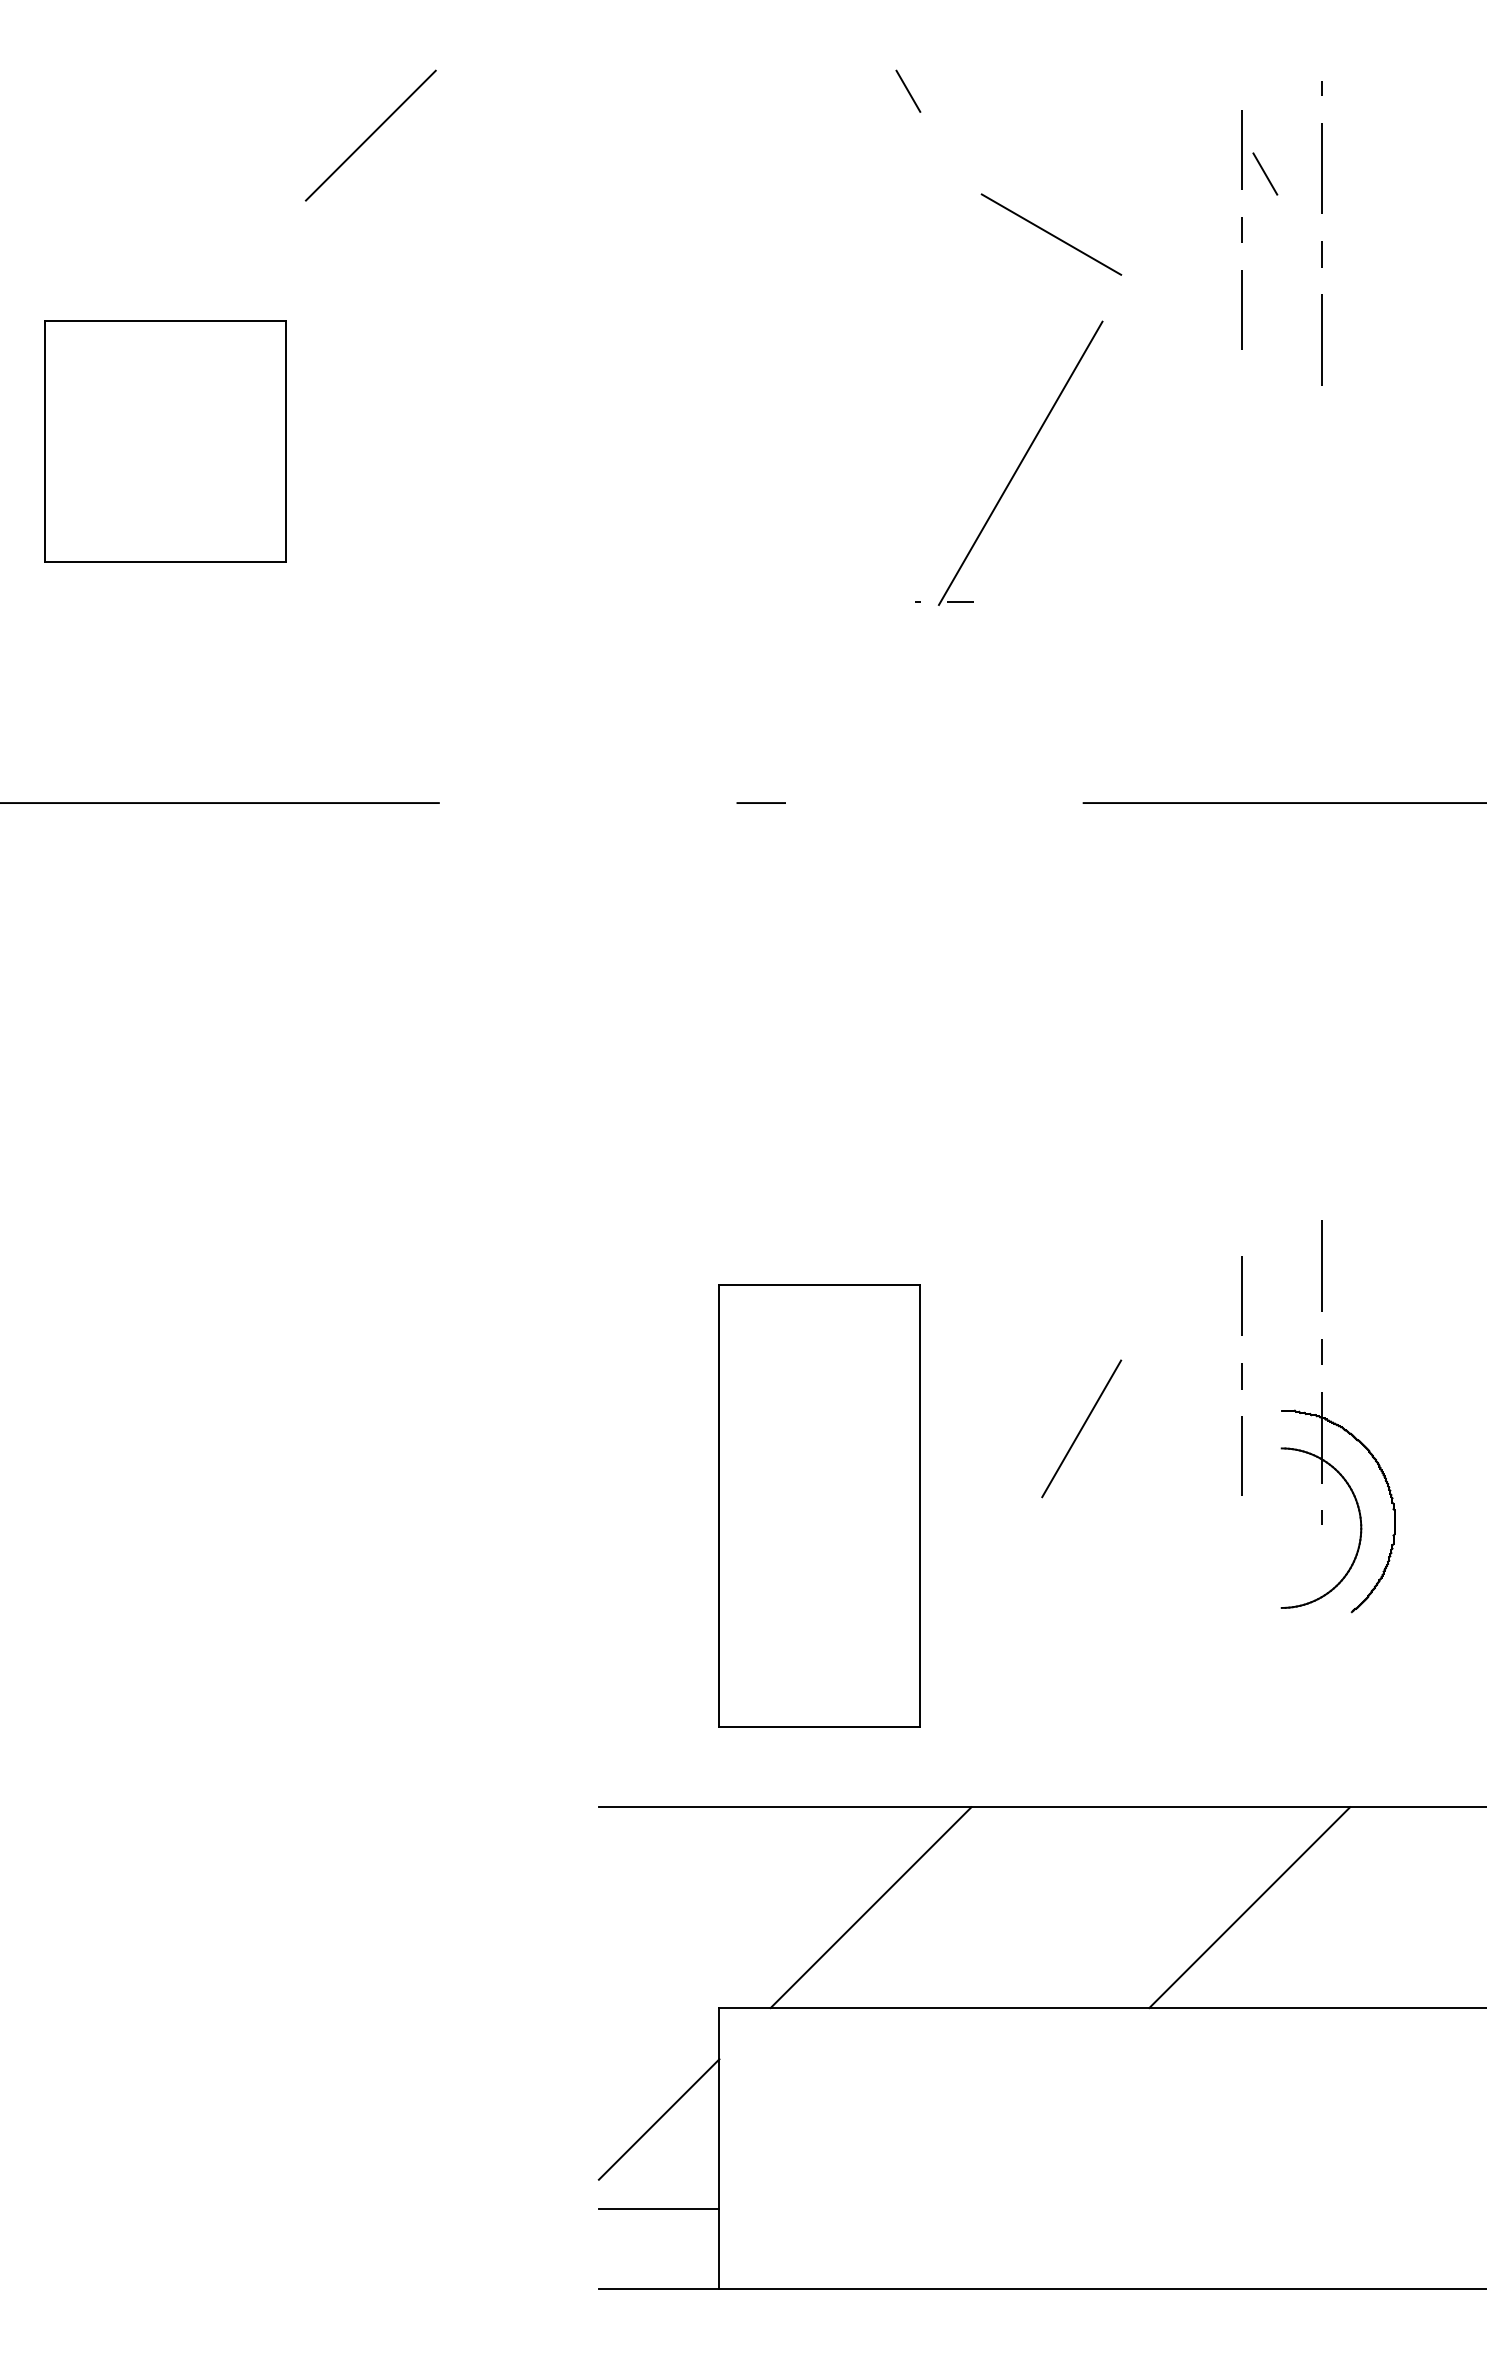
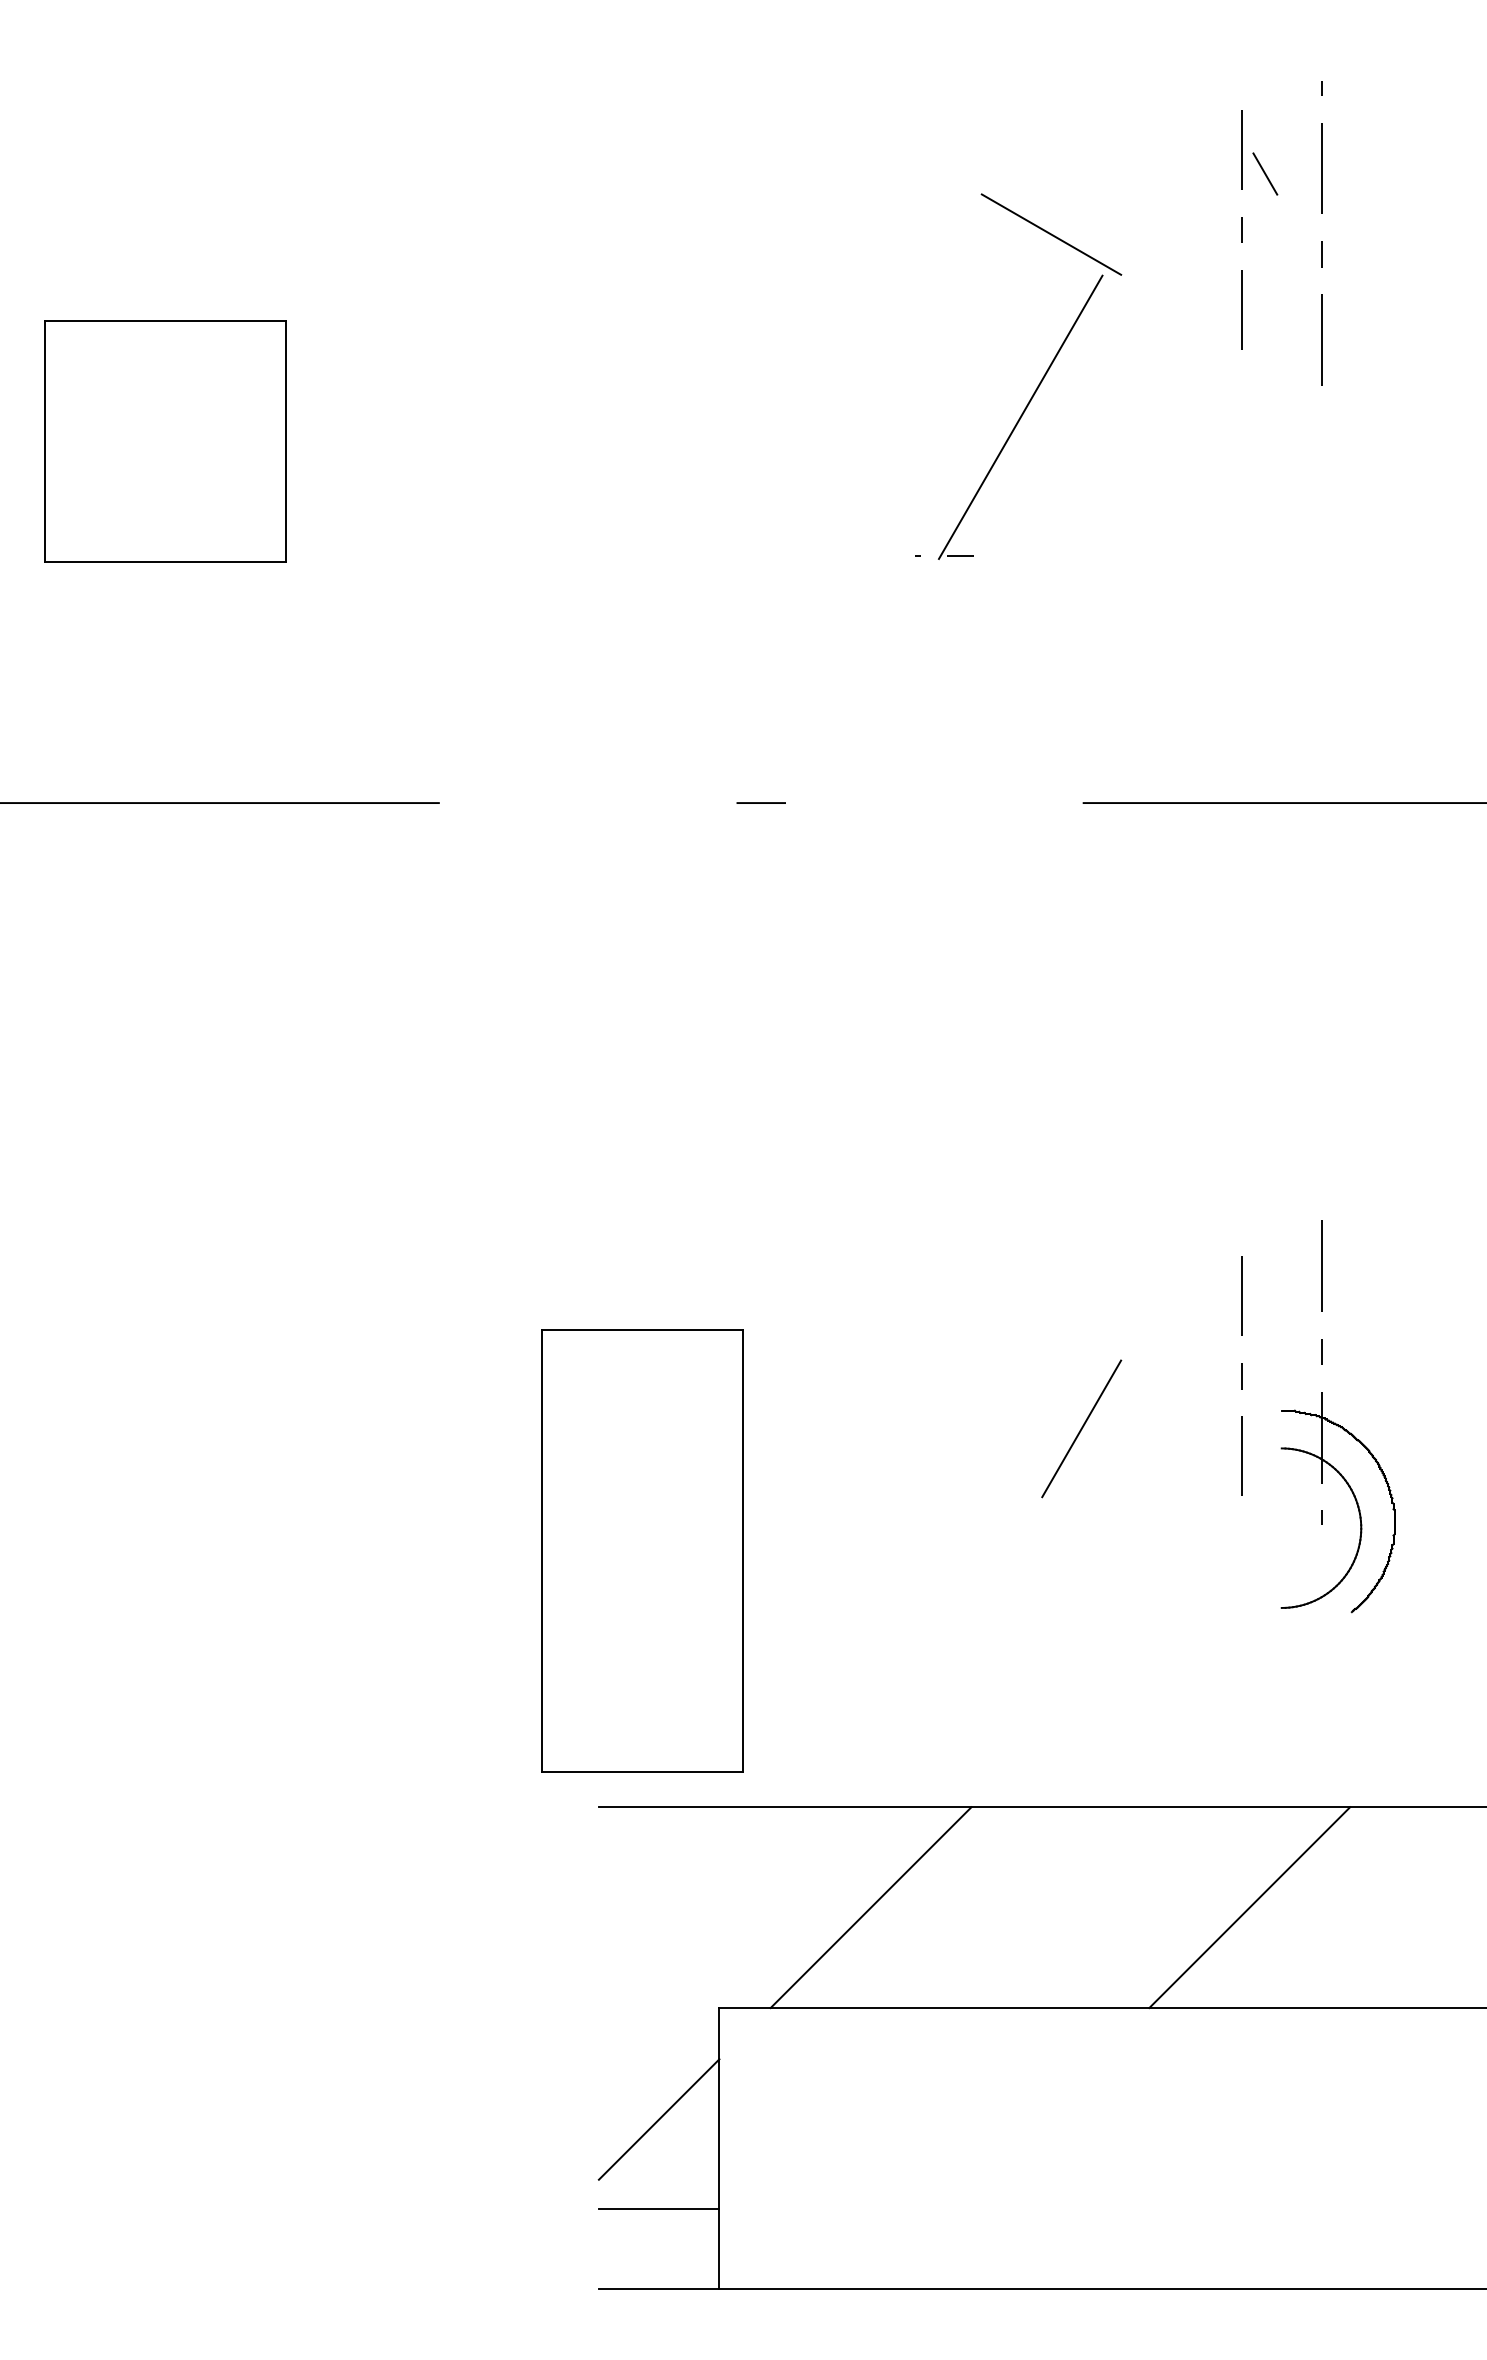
line at (908, 90): present -> none
line at (370, 135): present -> none
part at (1017, 466) position: (1017, 466) -> (1017, 420)
part at (819, 1505) position: (819, 1505) -> (642, 1550)
